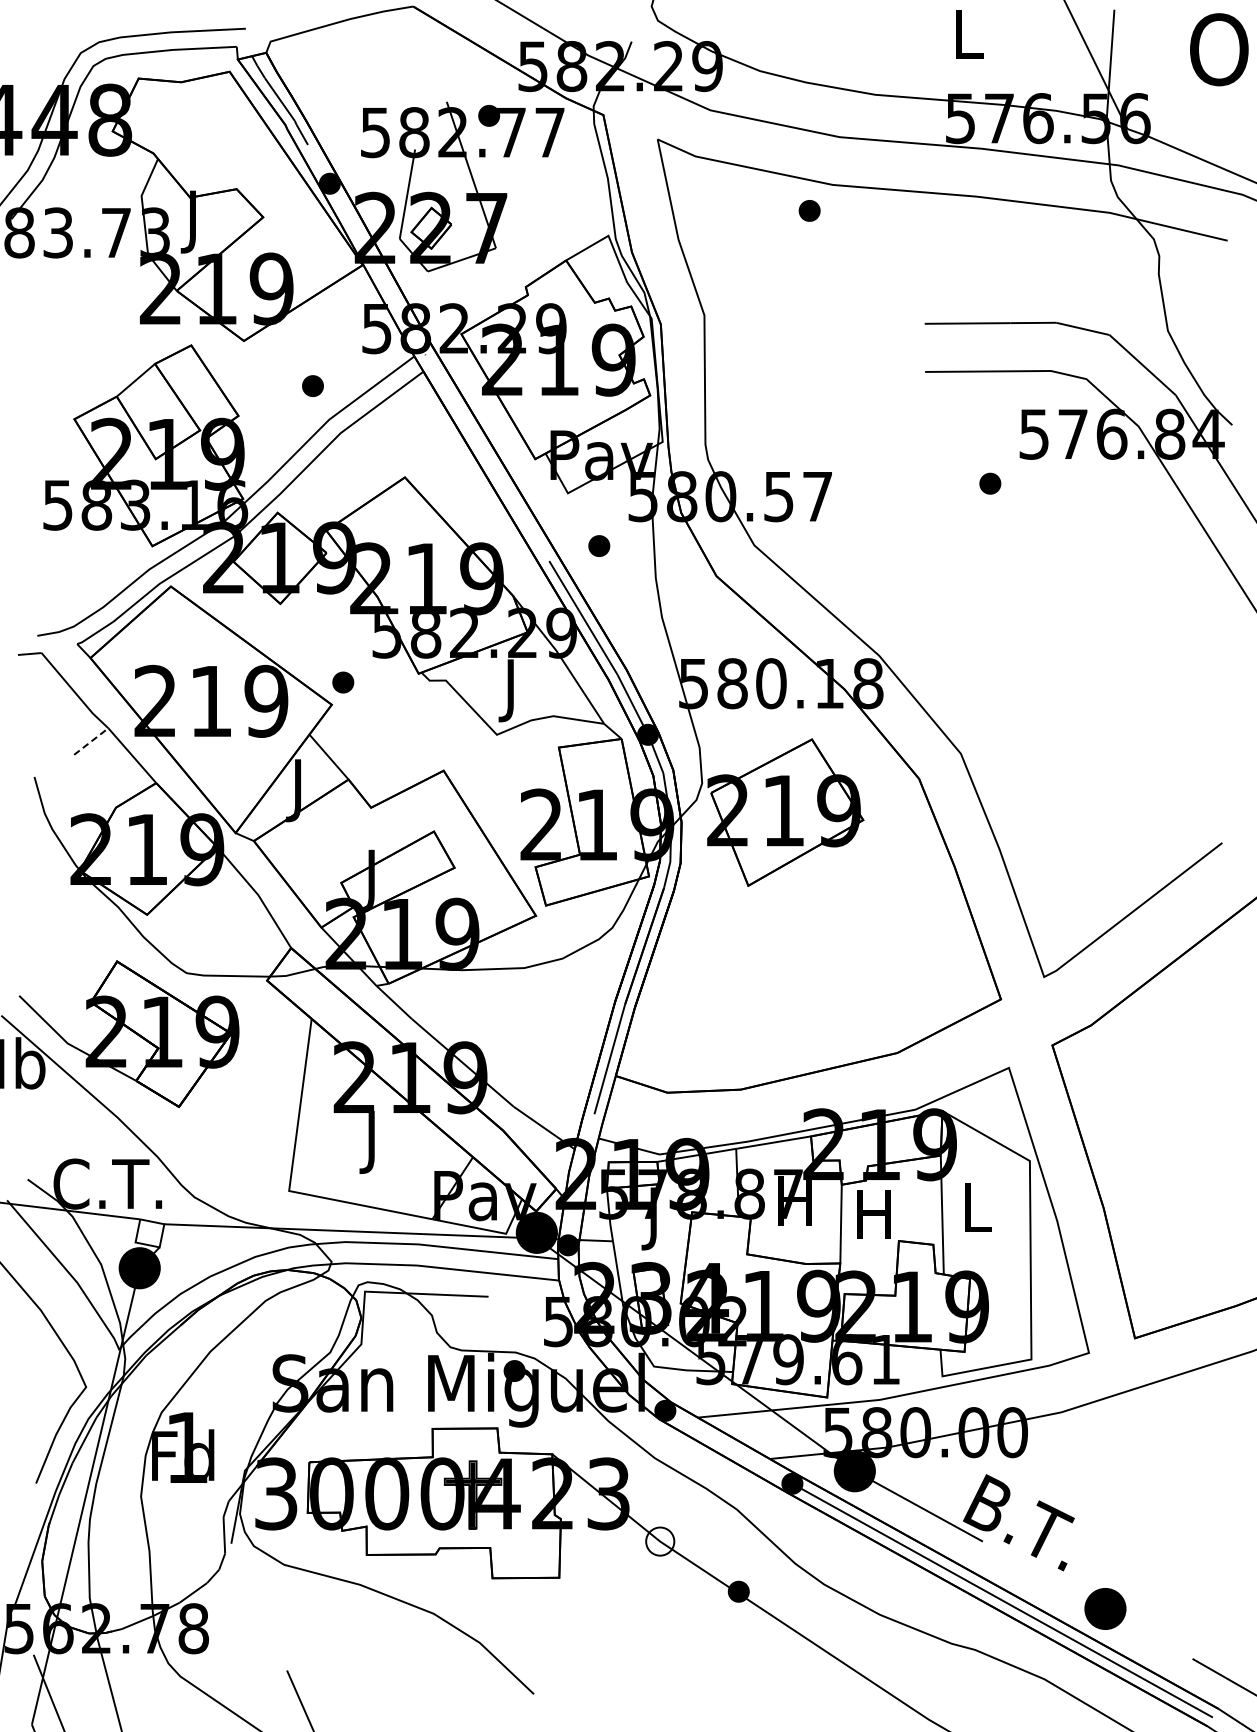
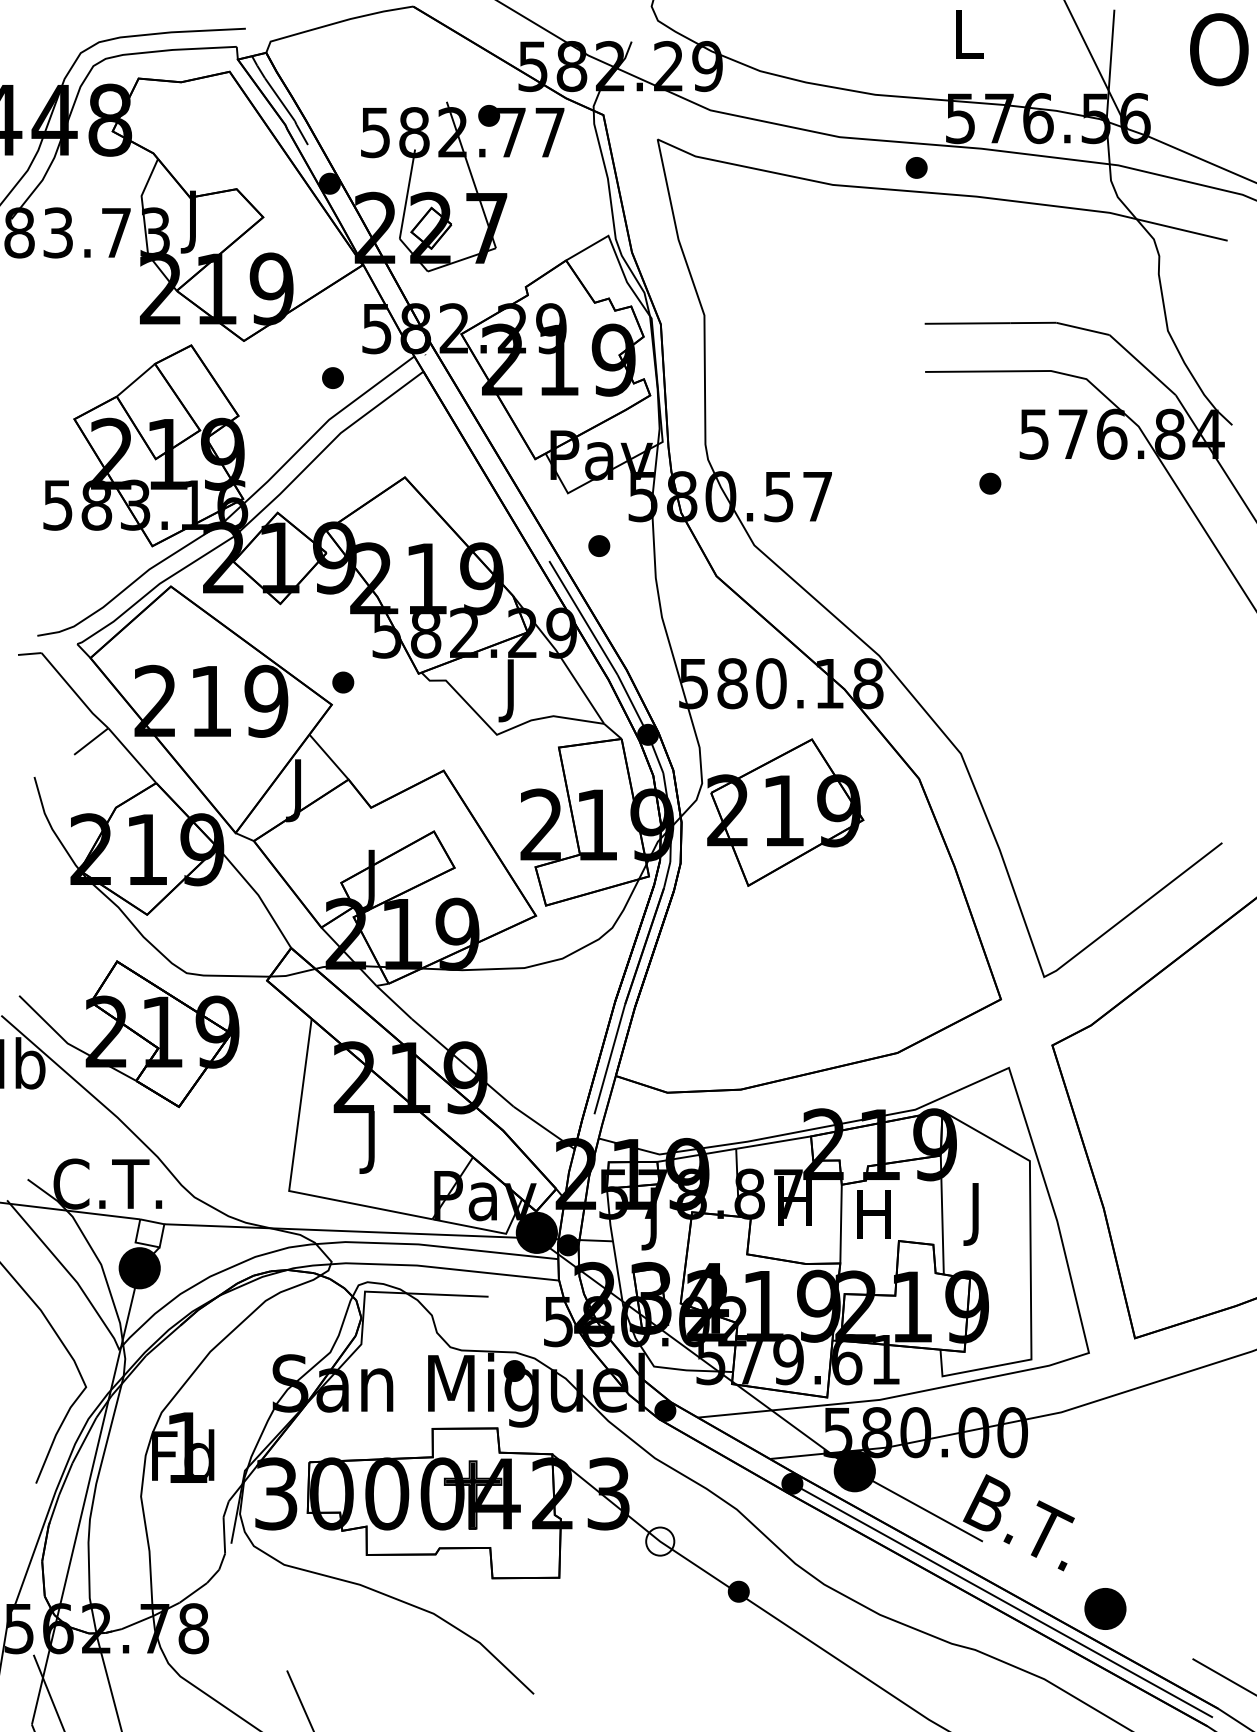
part at (809, 210) position: (809, 210) -> (916, 167)
part at (312, 385) position: (312, 385) -> (332, 377)
line at (91, 741): dashed -> solid
text at (977, 1214): L -> J
